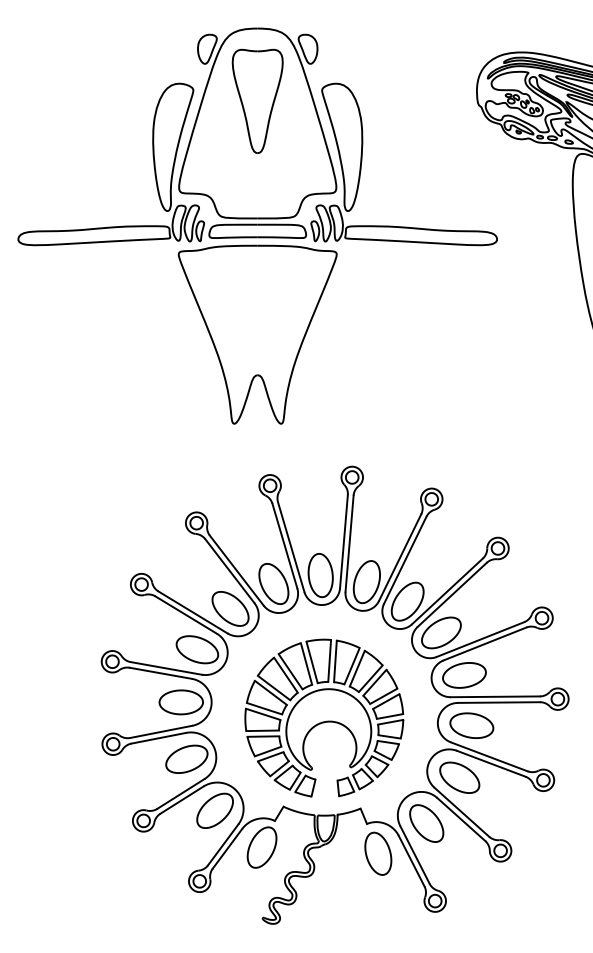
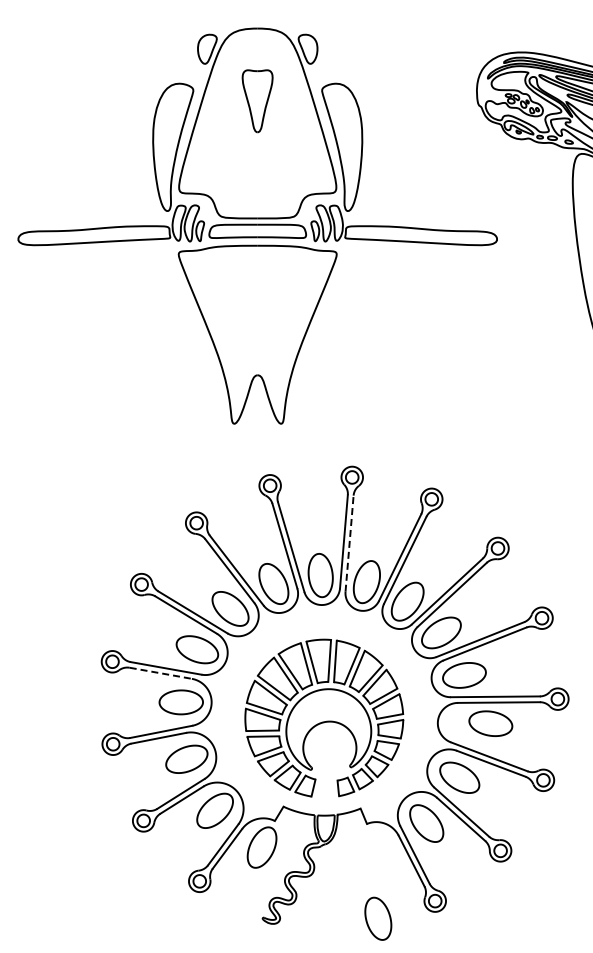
part at (257, 100) size: 53x106 px -> 33x65 px
line at (349, 543): solid -> dashed
line at (160, 673): solid -> dashed
part at (471, 725) position: (471, 725) -> (490, 723)
part at (378, 853) position: (378, 853) -> (378, 918)
